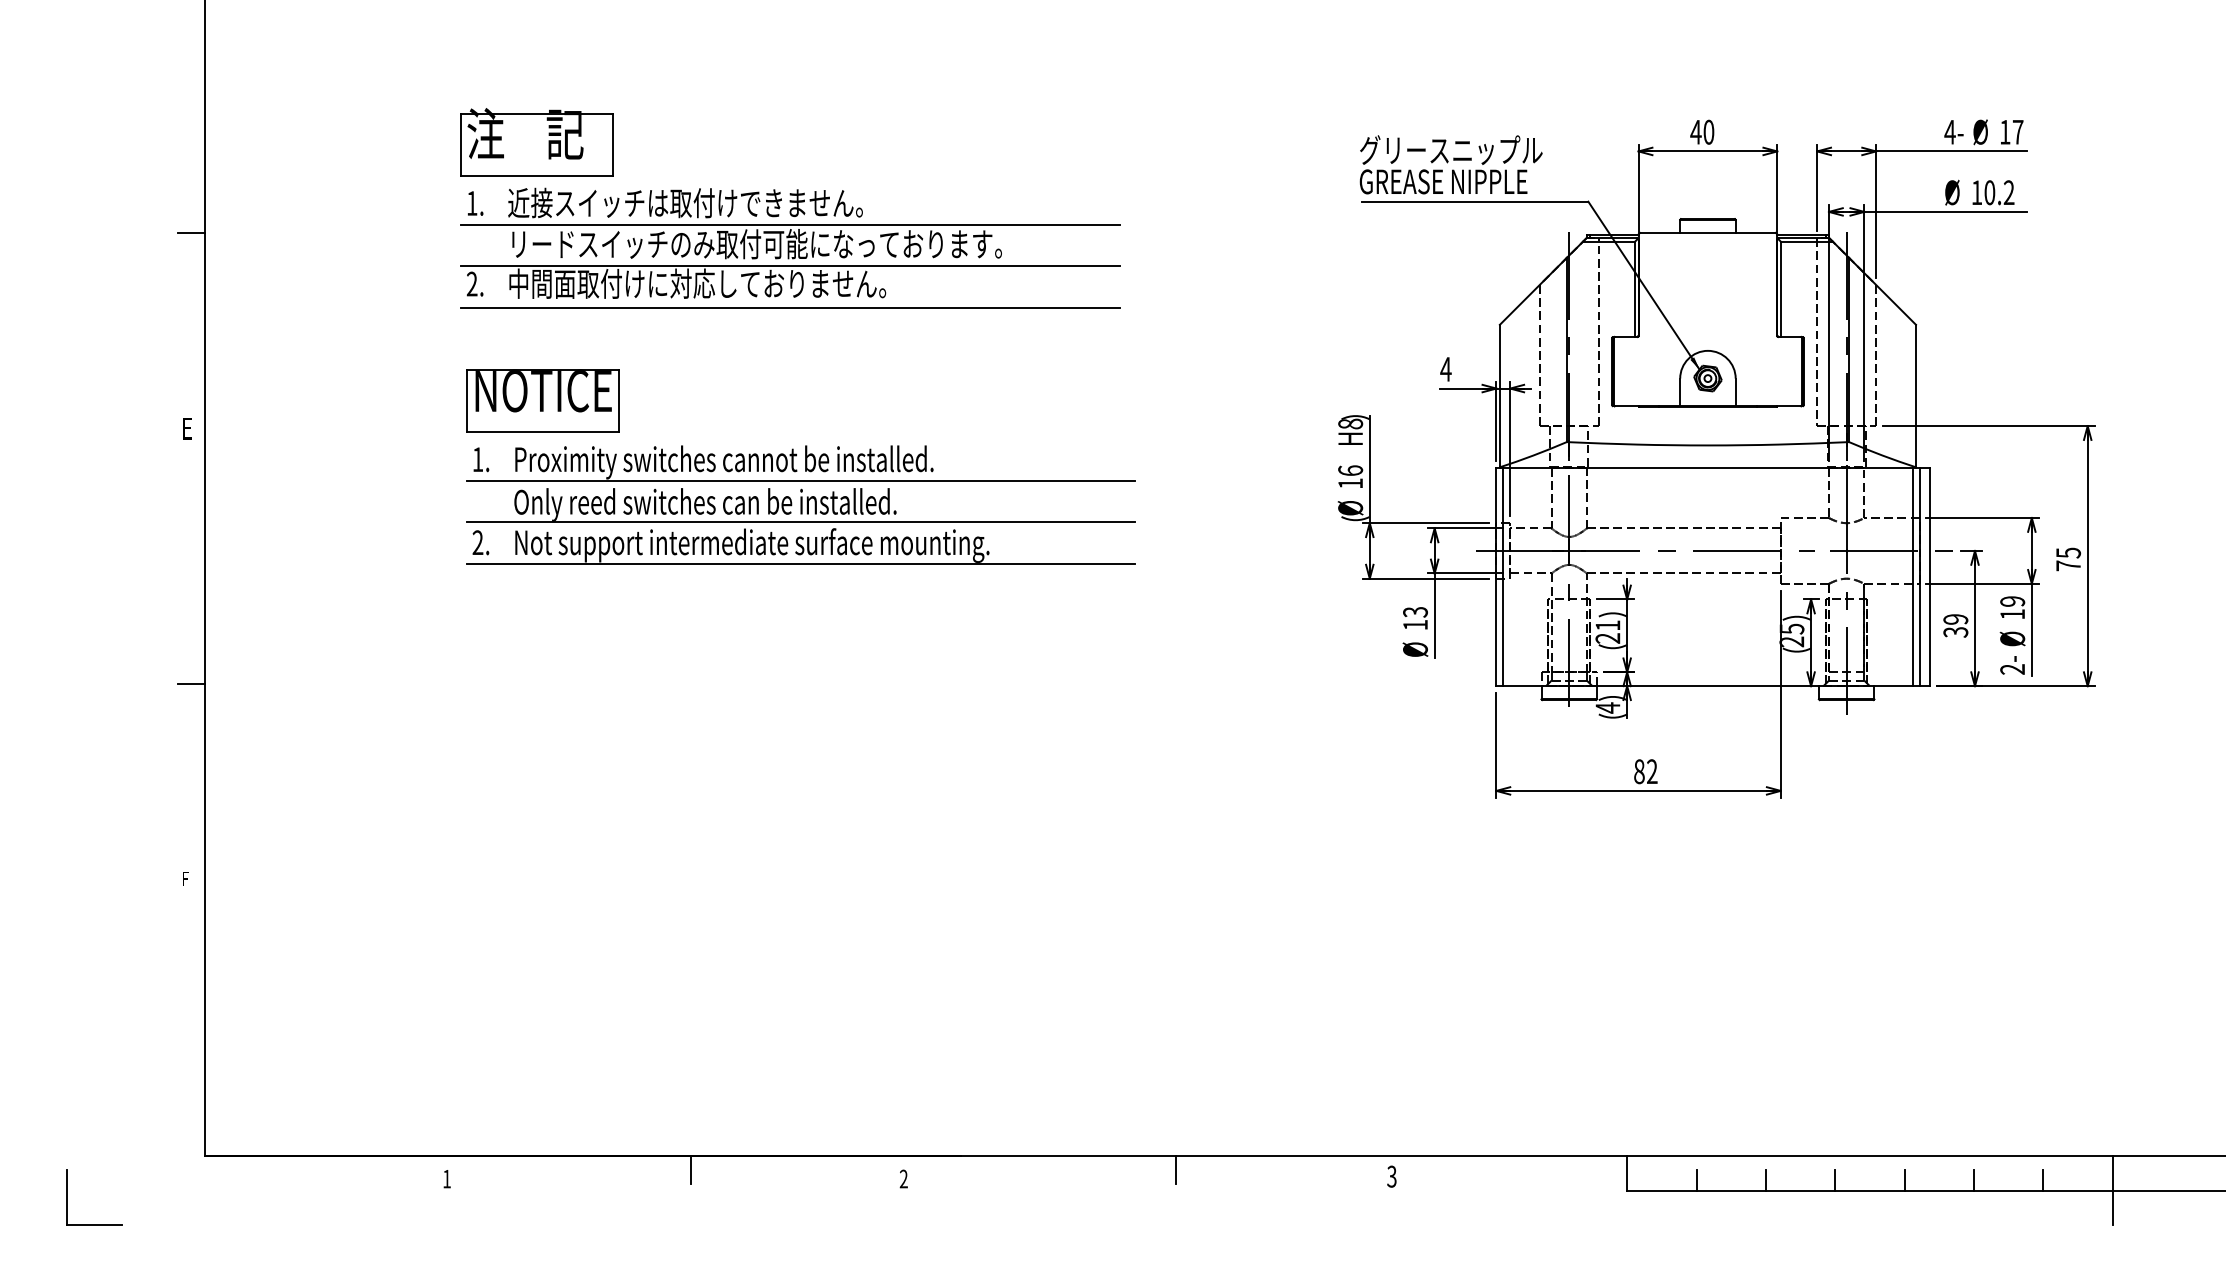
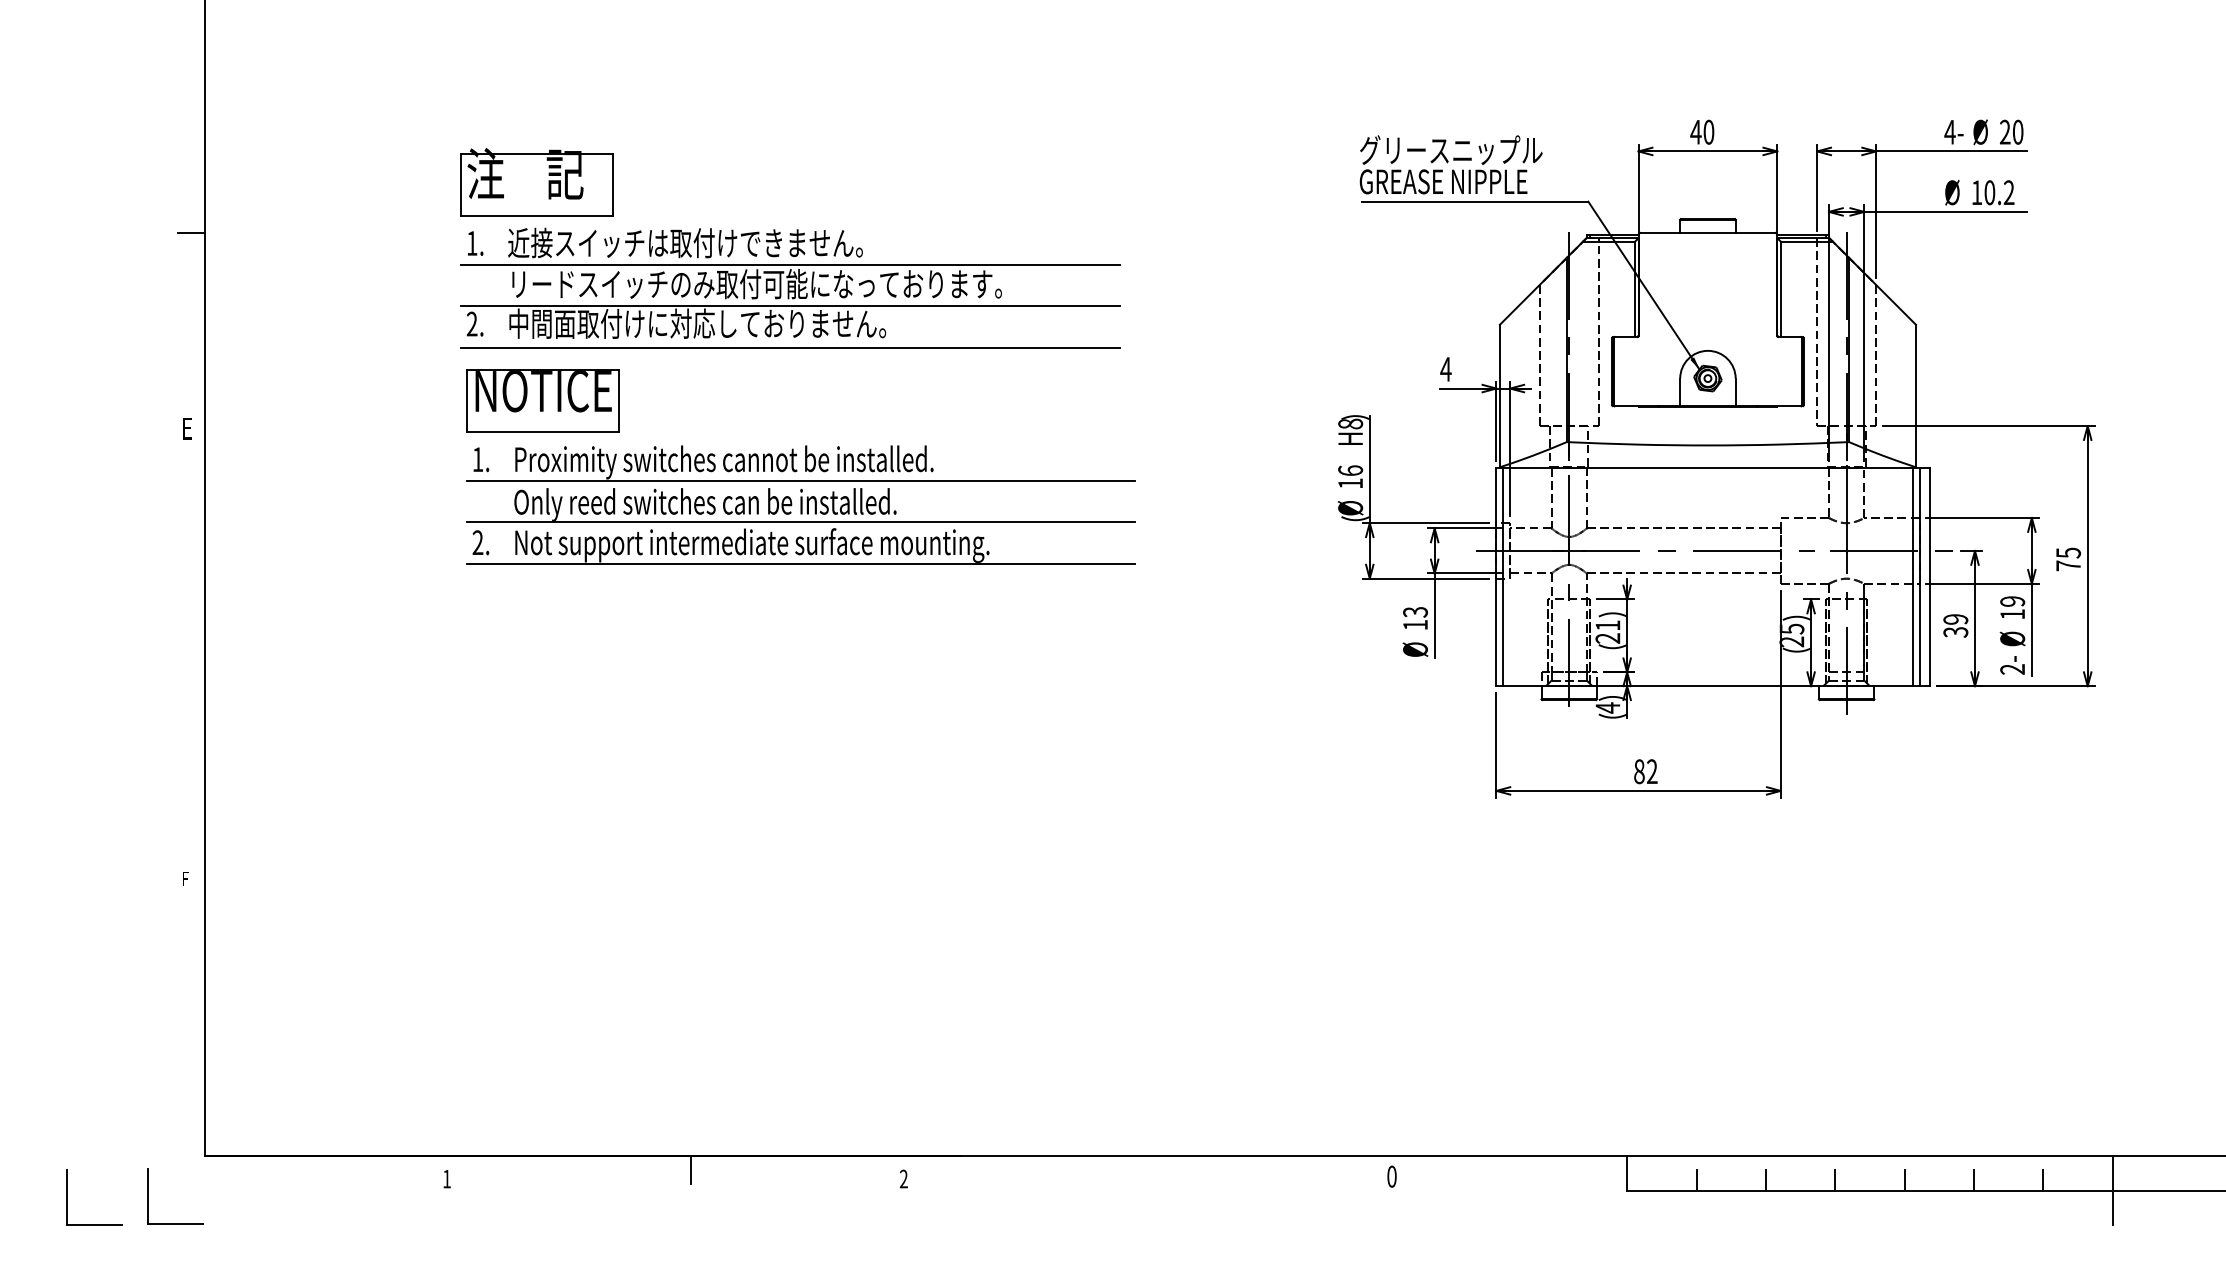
text at (2011, 131): 17 -> 20
part at (790, 208) position: (790, 208) -> (790, 248)
line at (191, 684): present -> none
line at (1176, 1169): present -> none
text at (1391, 1176): 3 -> 0
part at (148, 1196): none -> present
